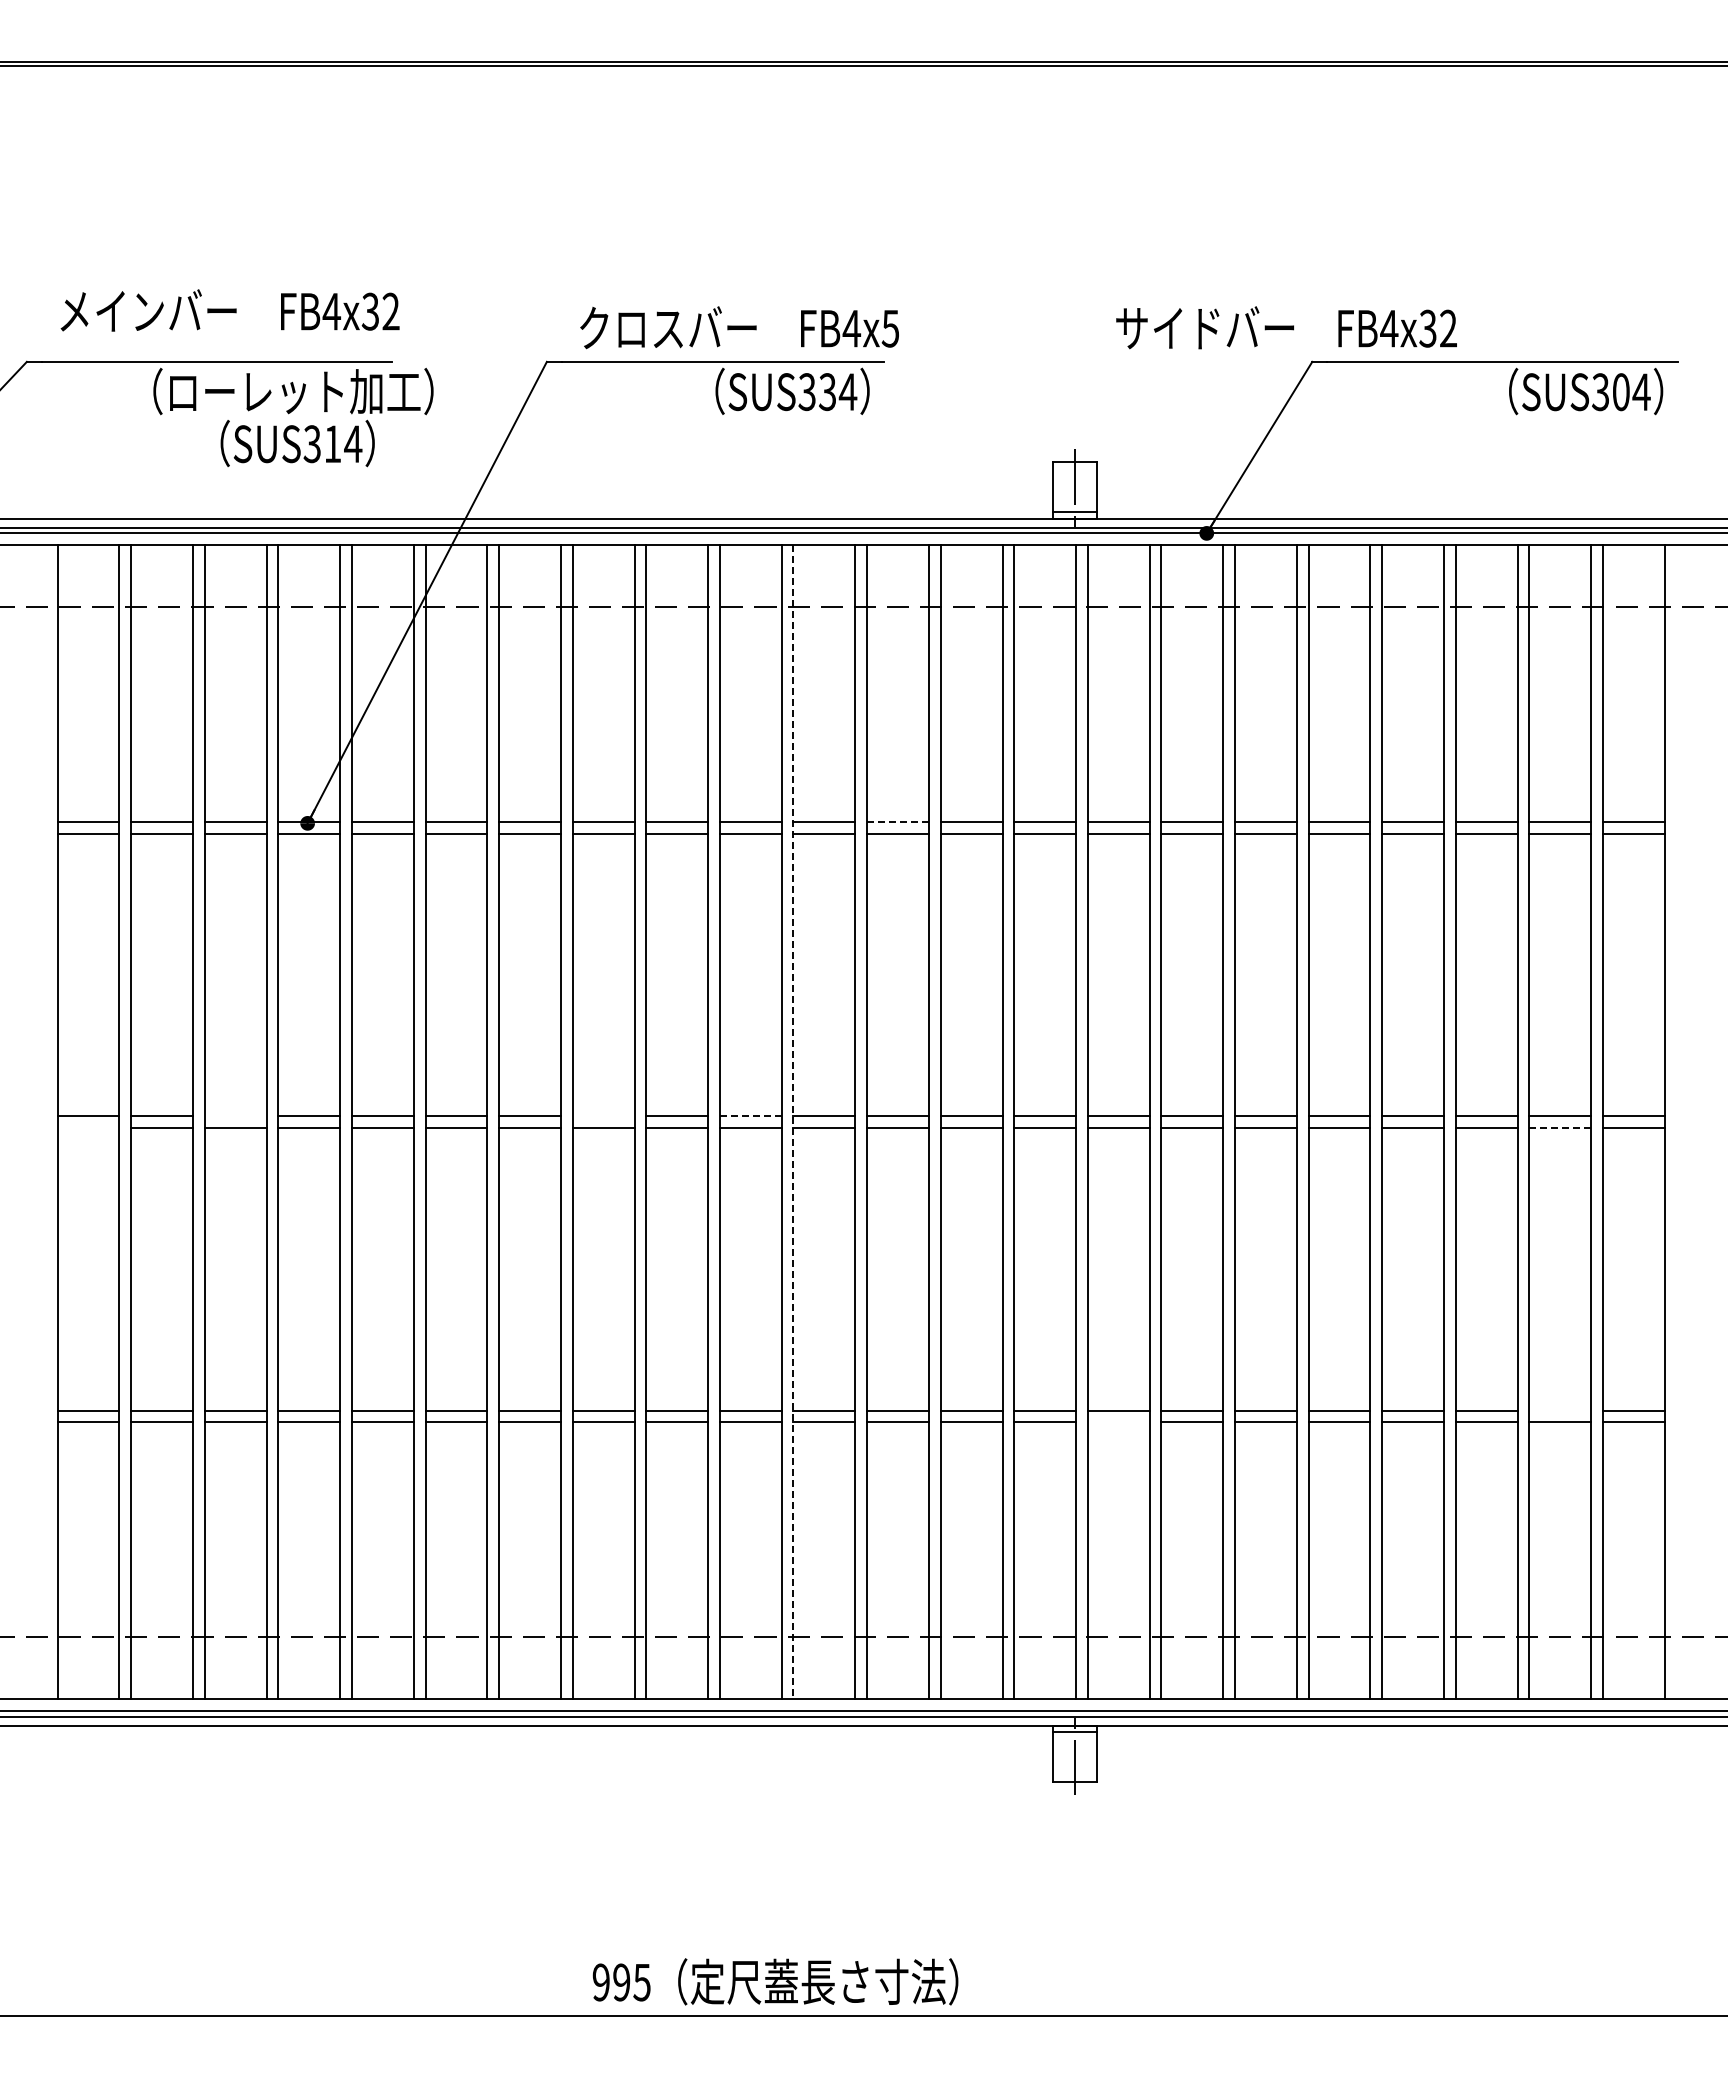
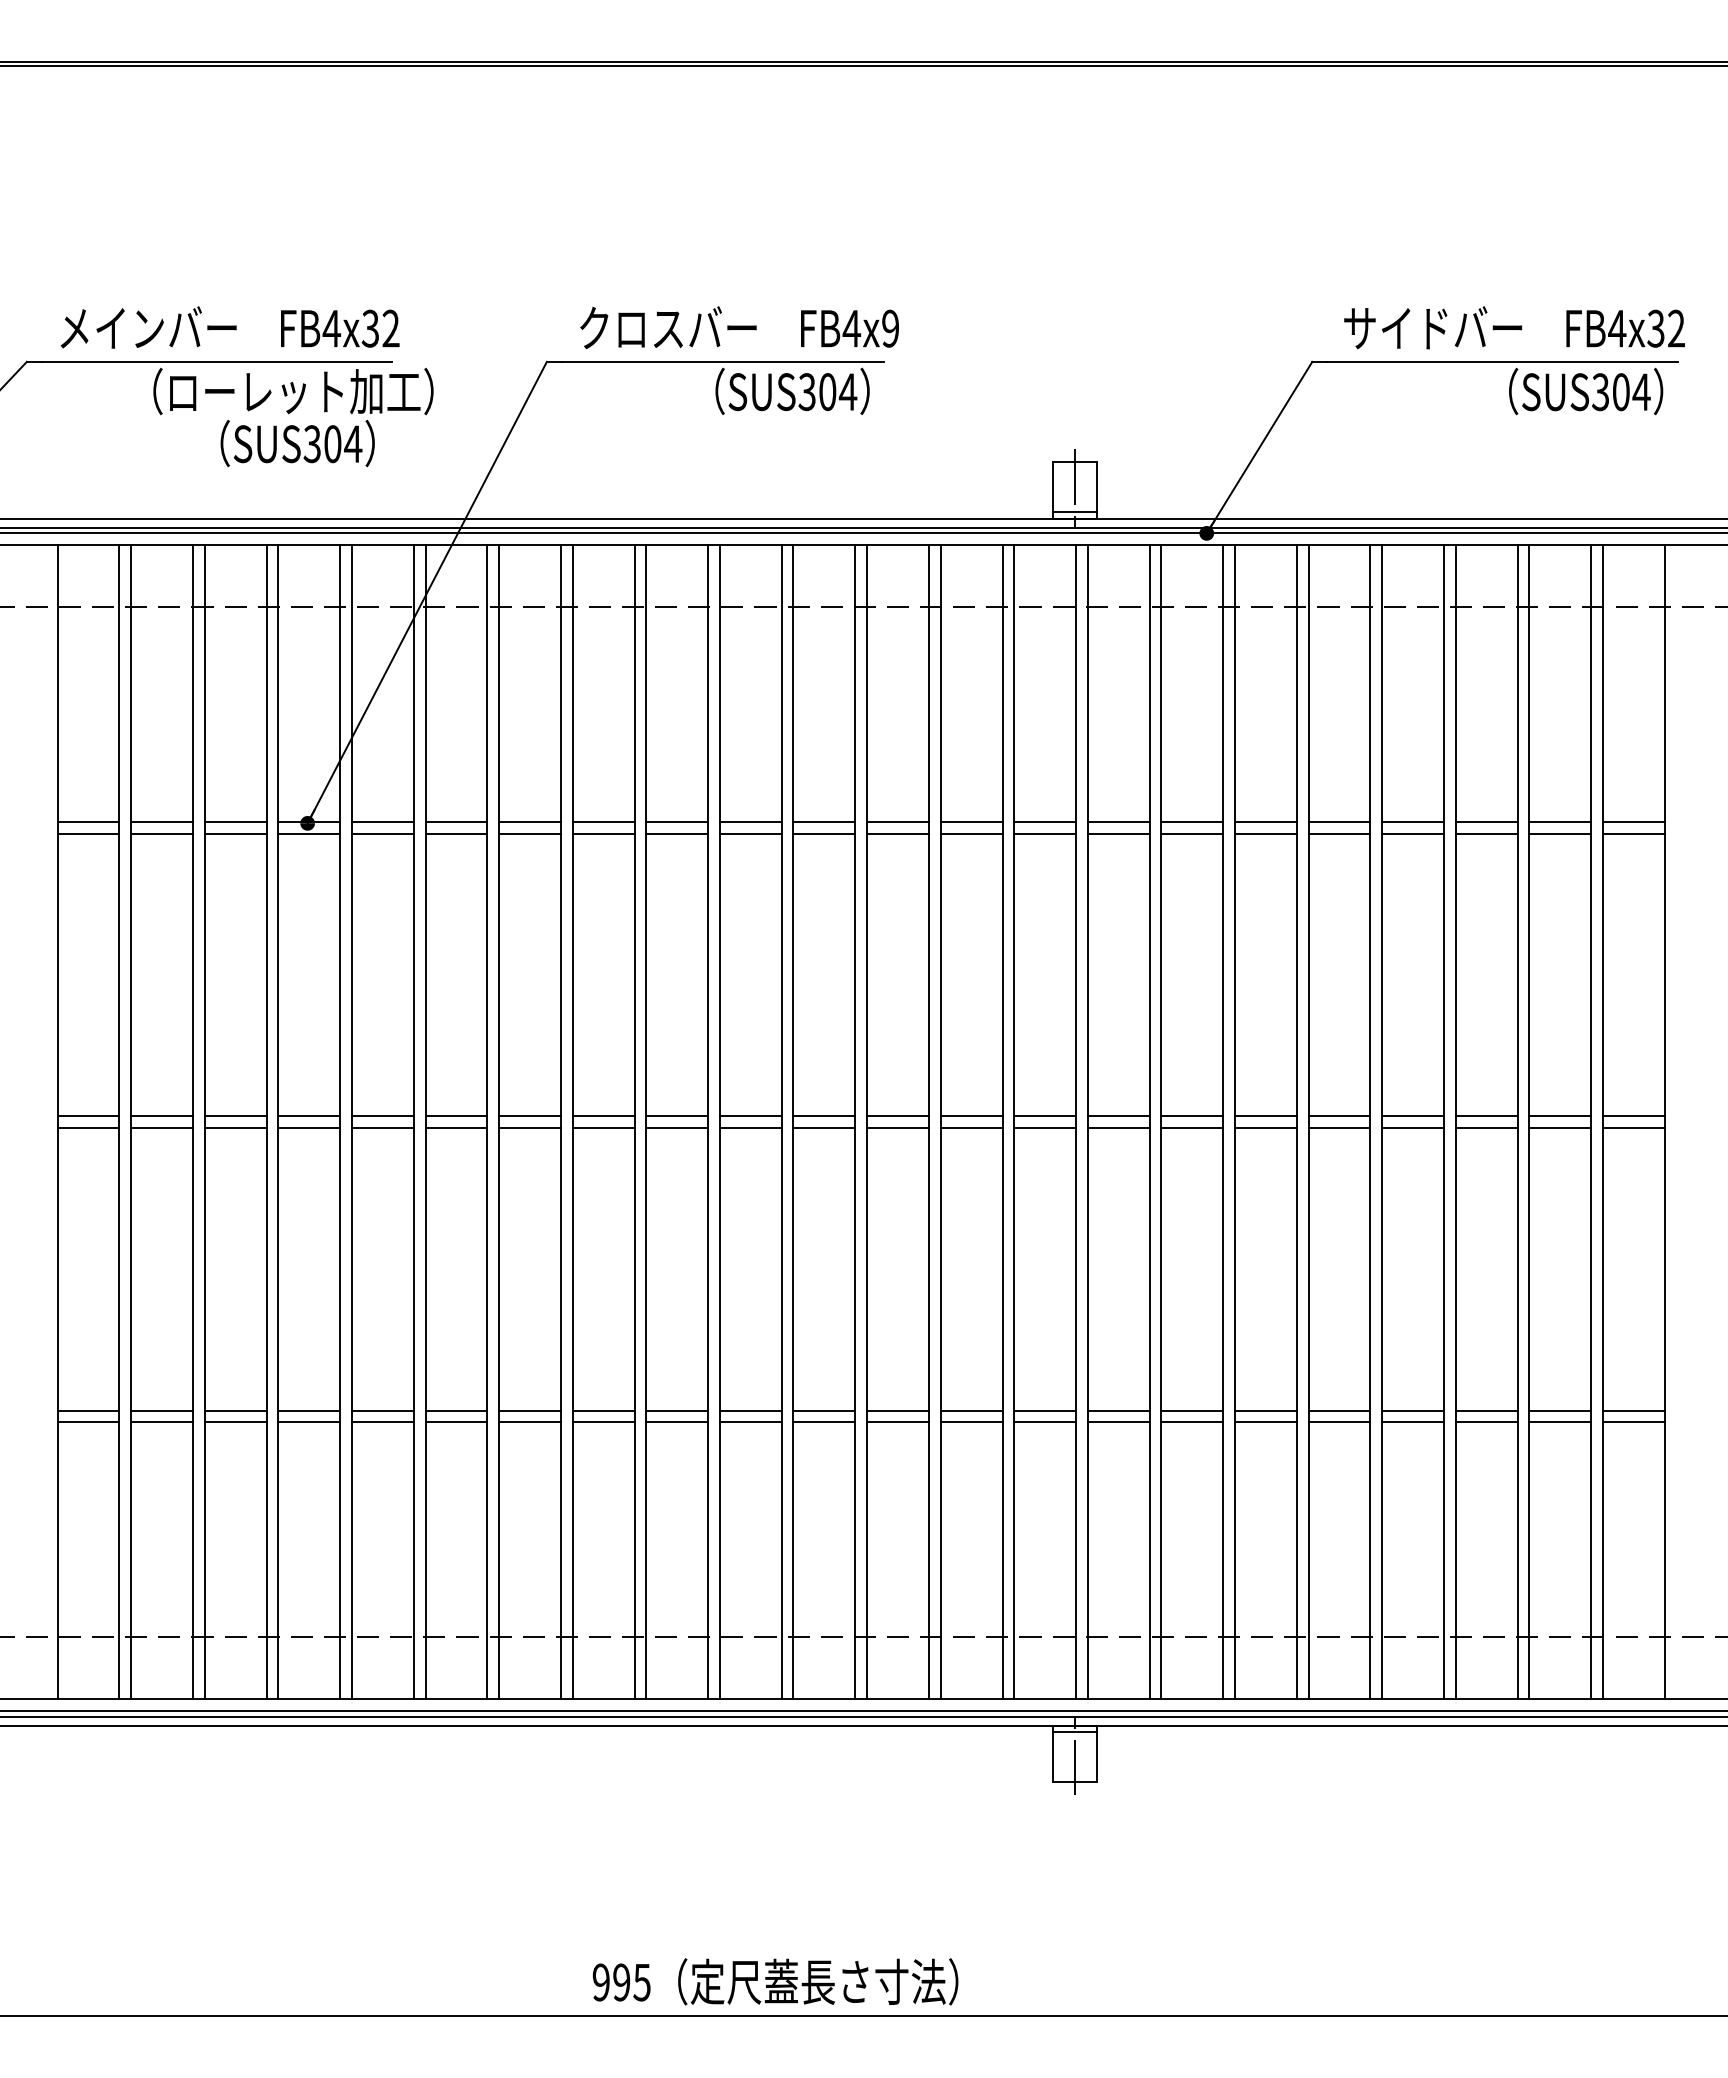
text at (229, 310) position: (229, 310) -> (229, 327)
text at (1286, 327) position: (1286, 327) -> (1514, 327)
text at (889, 328): FB4x5 -> FB4x9
text at (827, 391): SUS334 -> SUS304
text at (332, 444): SUS314 -> SUS304
line at (897, 821): dashed -> solid
line at (235, 1116): none -> present
line at (603, 1116): none -> present
line at (750, 1116): dashed -> solid
line at (793, 1122): dashed -> solid
line at (88, 1128): none -> present
line at (1560, 1128): dashed -> solid
line at (1560, 1410): none -> present
line at (1118, 1422): none -> present
